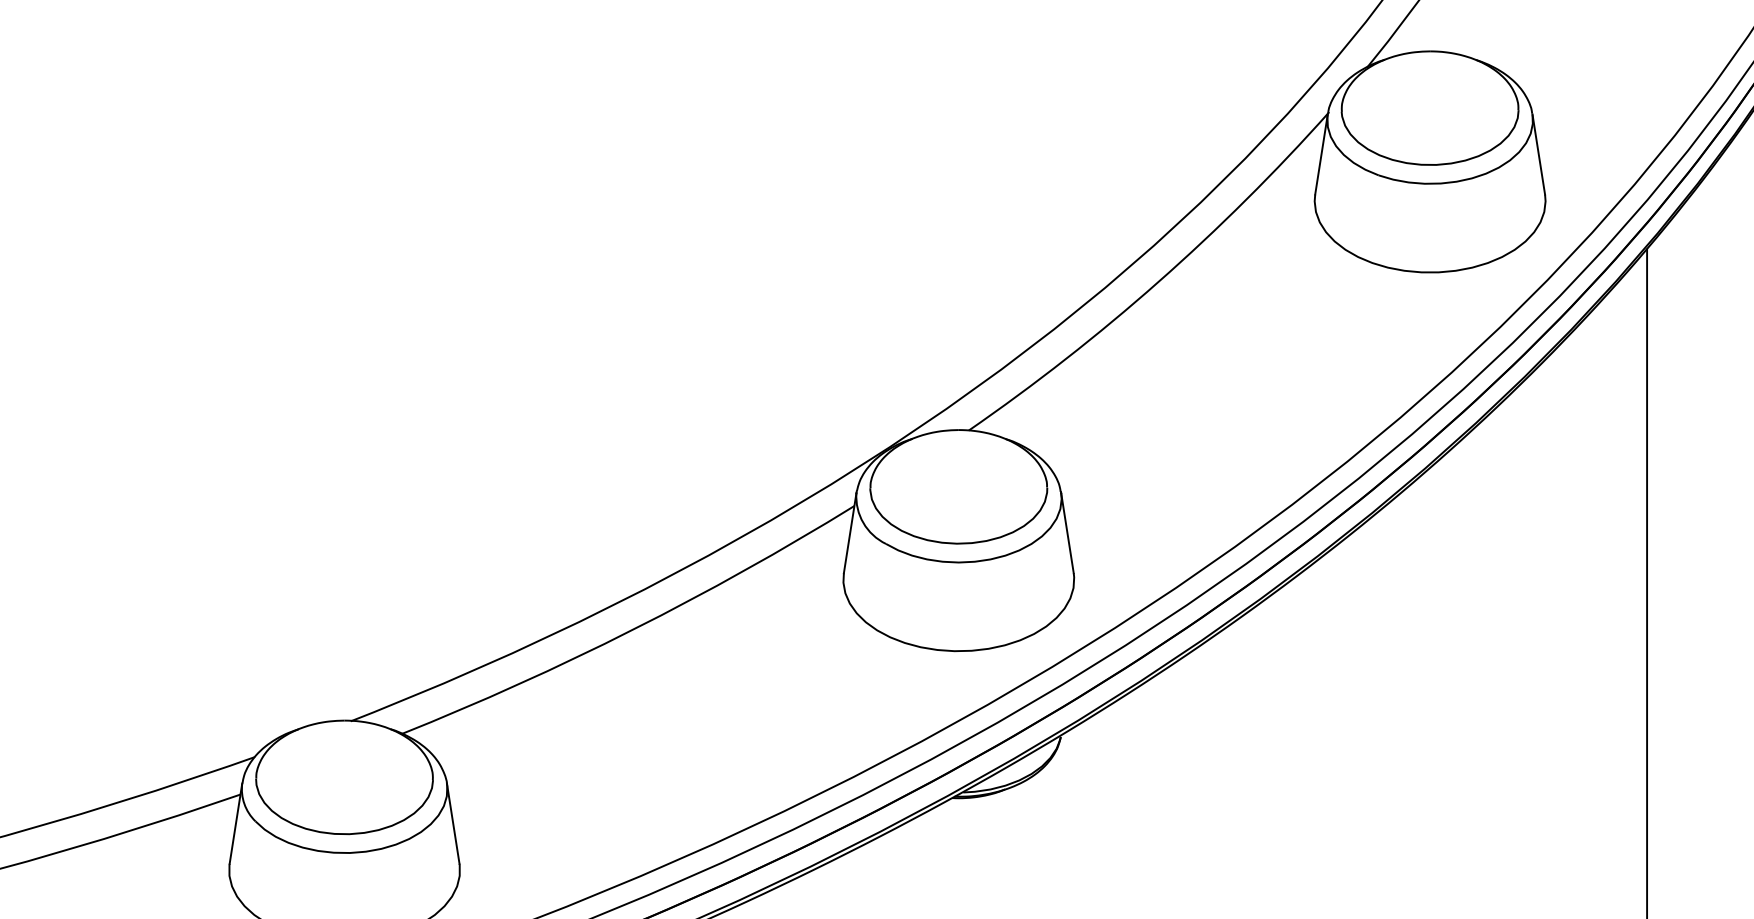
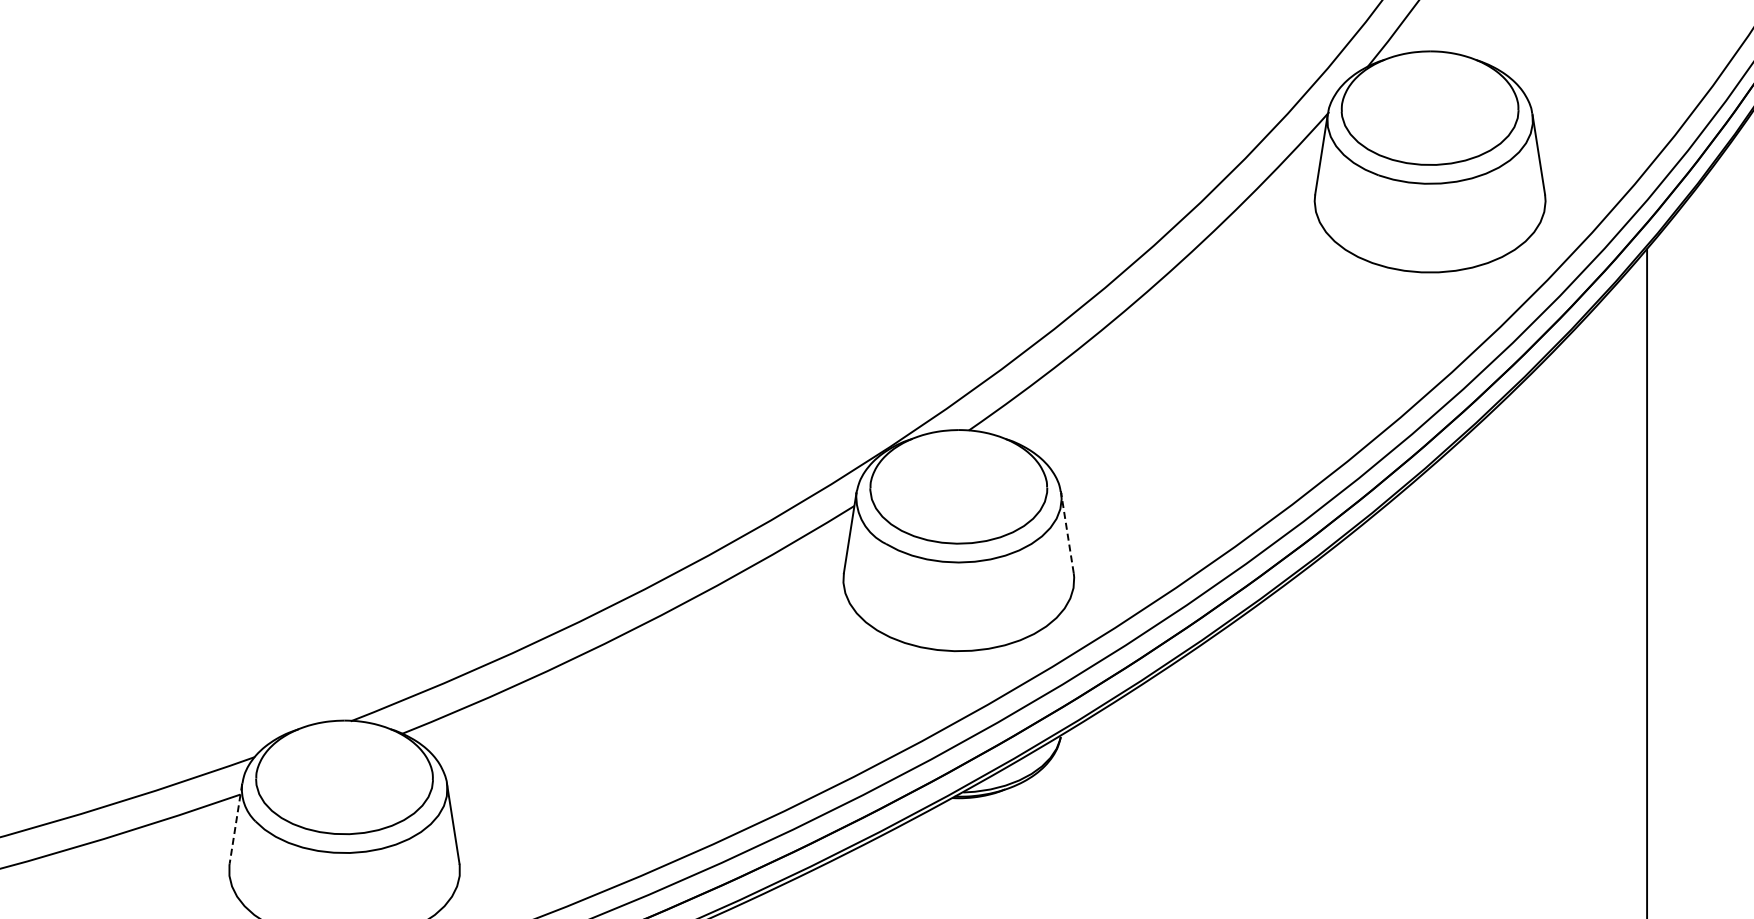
line at (1067, 533): solid -> dashed
line at (235, 823): solid -> dashed
